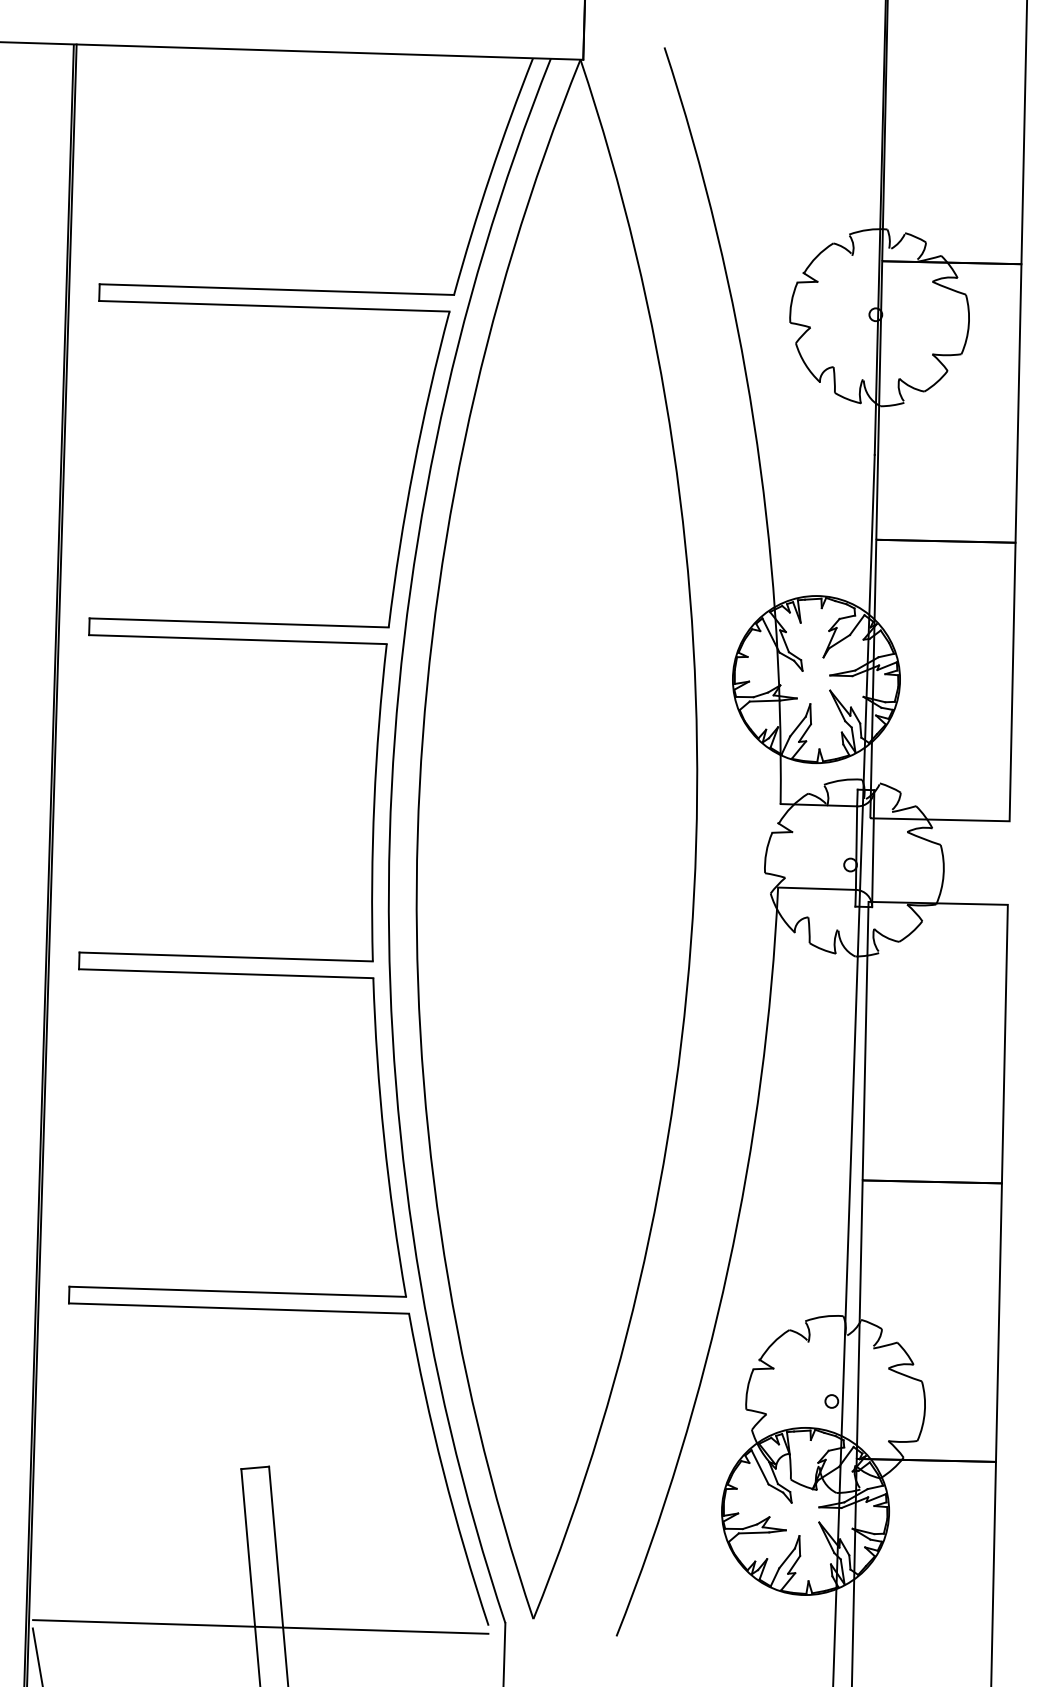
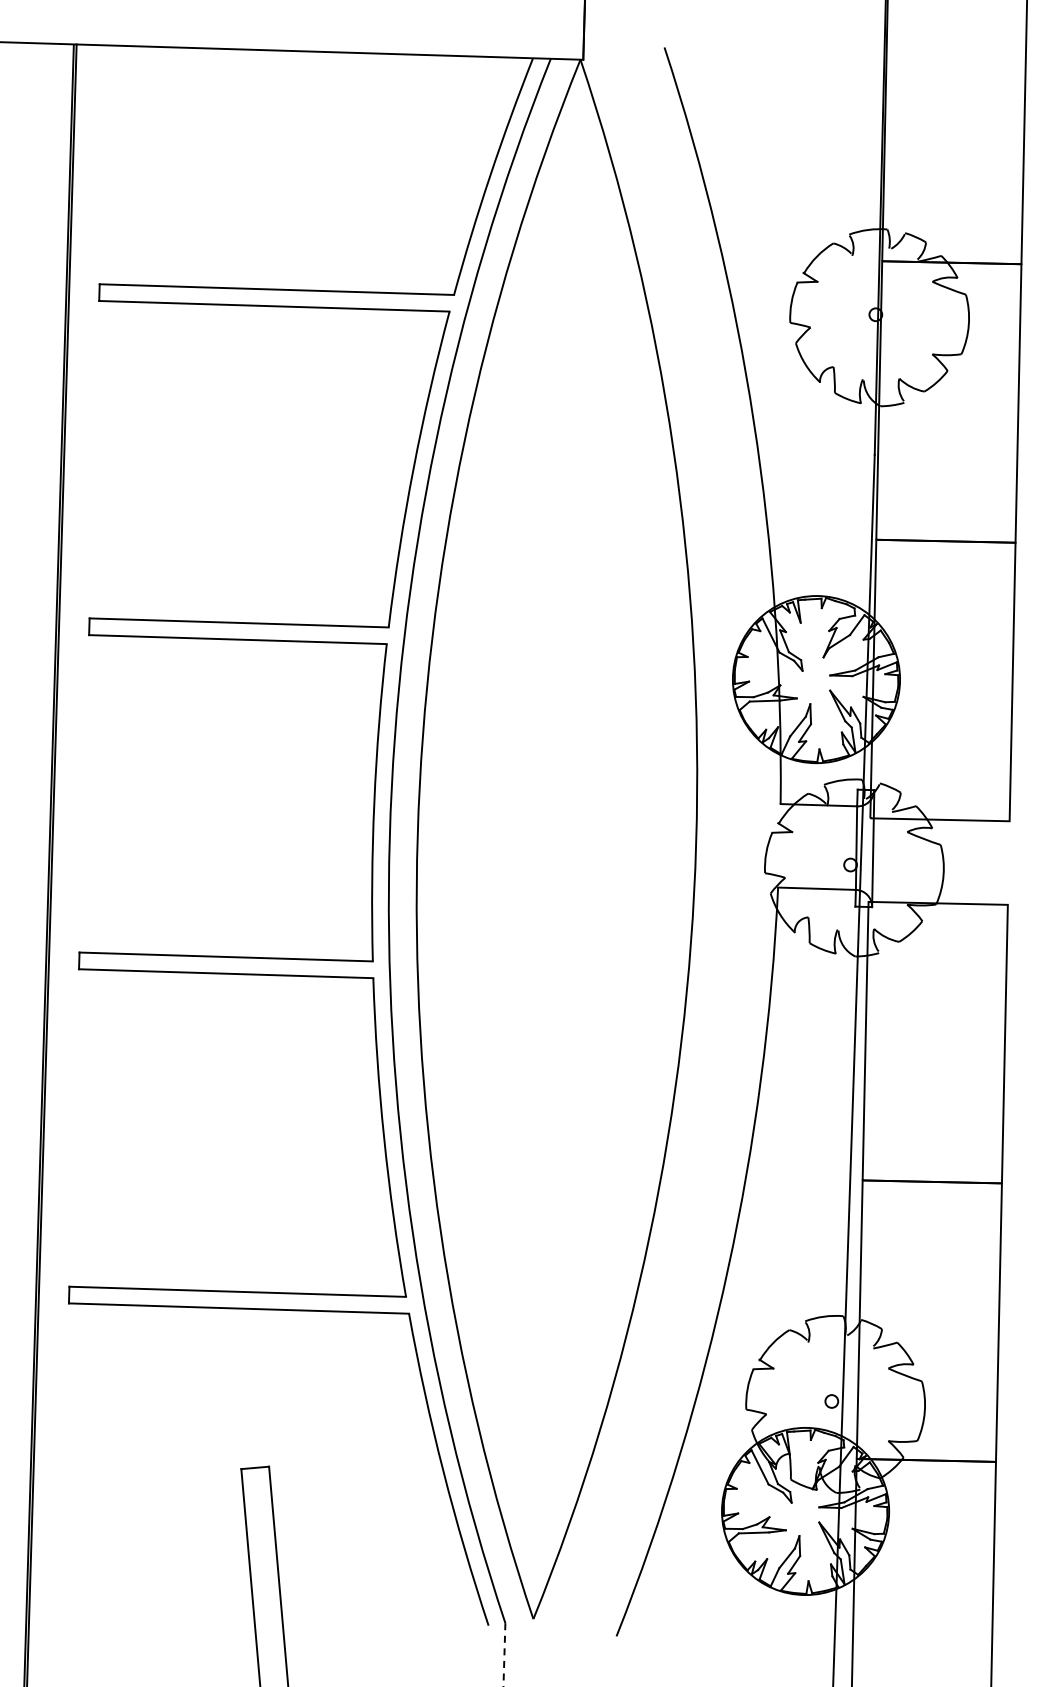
line at (260, 1626): present -> none
line at (37, 1655): present -> none
line at (504, 1655): solid -> dashed
